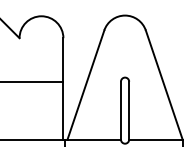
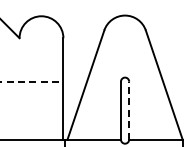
line at (32, 82): solid -> dashed
line at (129, 110): solid -> dashed
